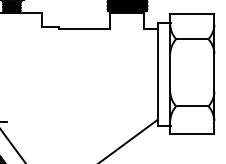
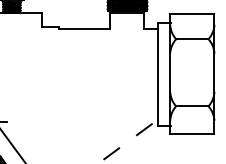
line at (127, 141): solid -> dashed
